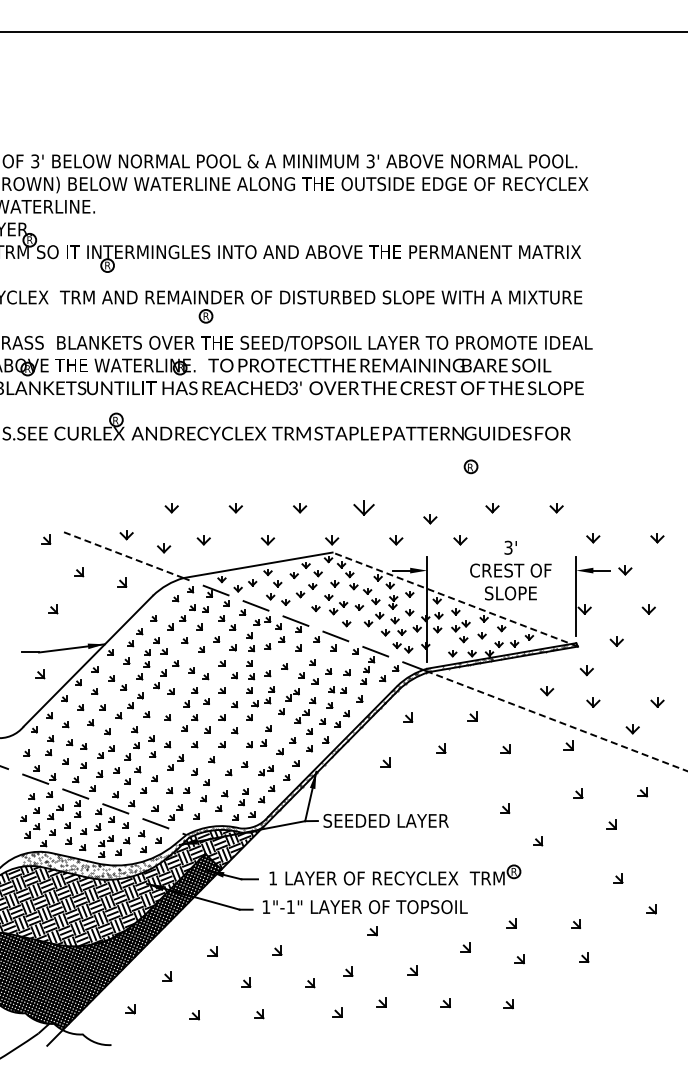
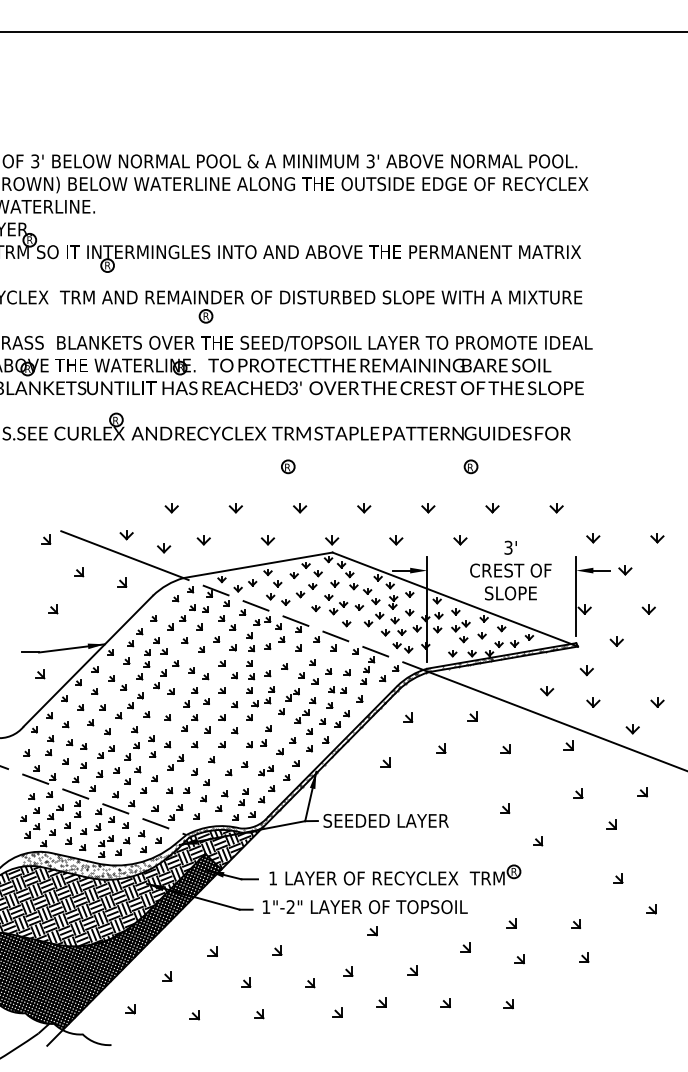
part at (288, 466): none -> present
part at (363, 507) size: 22x16 px -> 15x11 px
part at (430, 519) position: (430, 519) -> (428, 508)
line at (121, 554): dashed -> solid
line at (454, 599): dashed -> solid
line at (557, 721): dashed -> solid
text at (290, 906): 1"-1" -> 1"-2"
